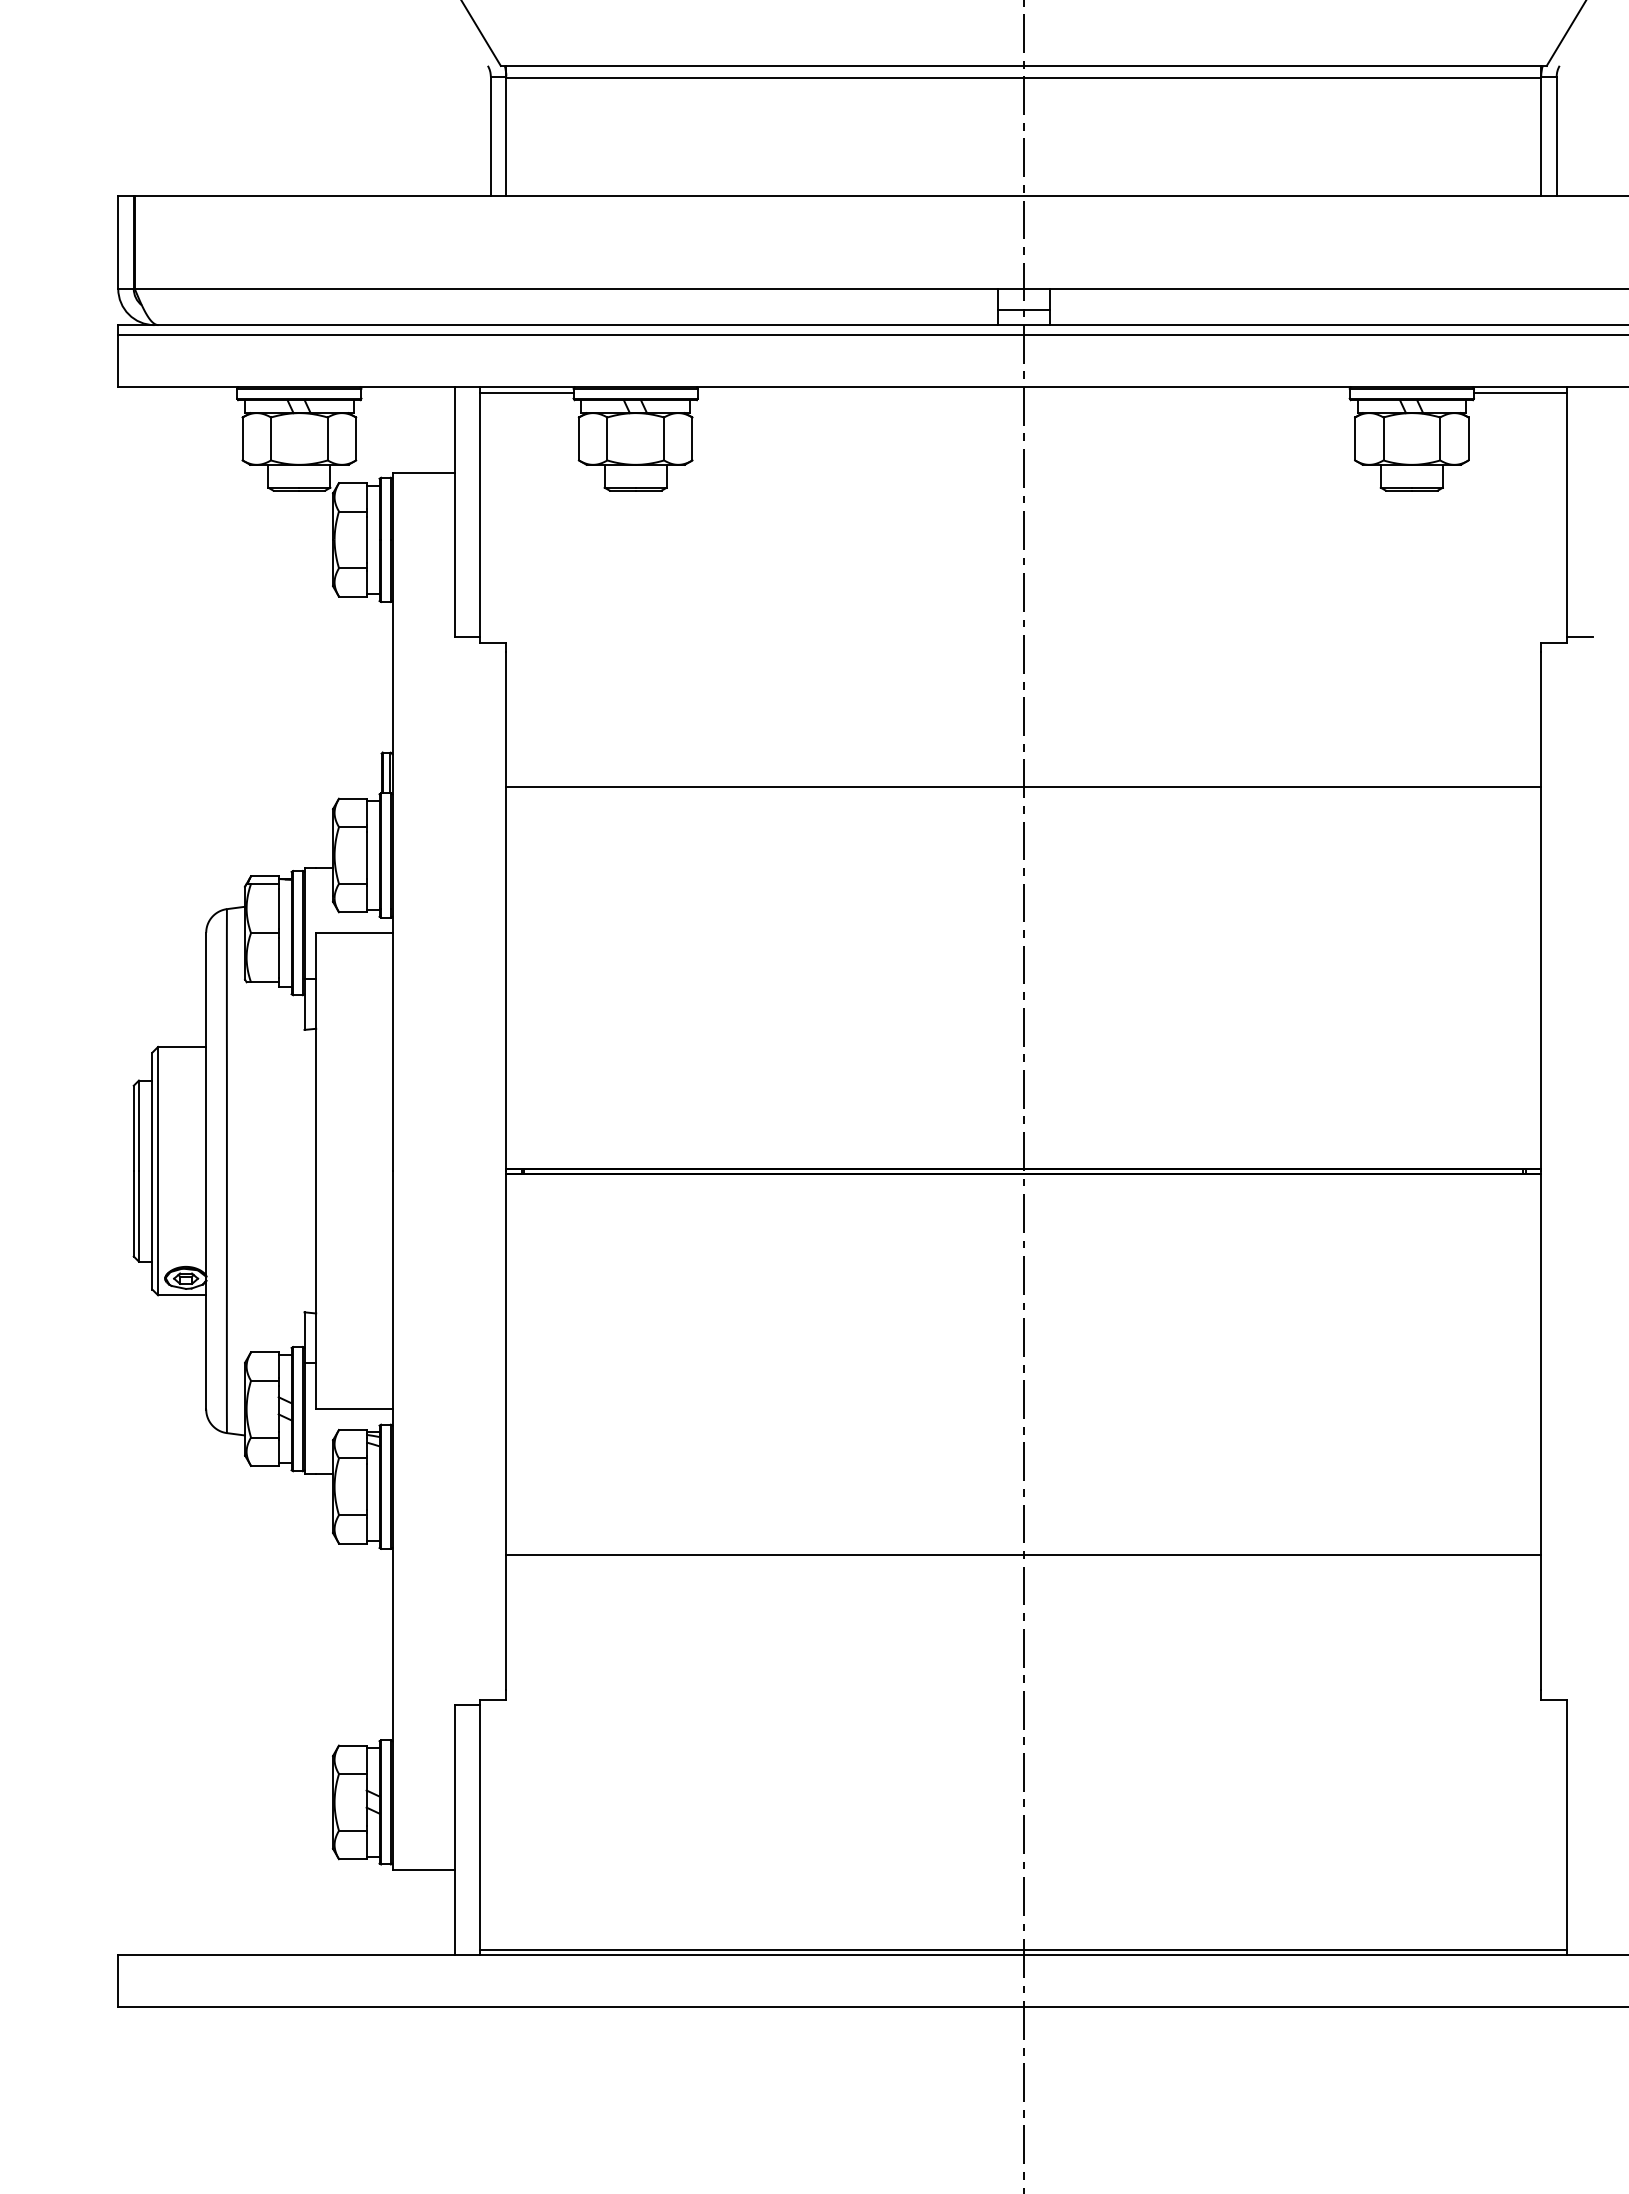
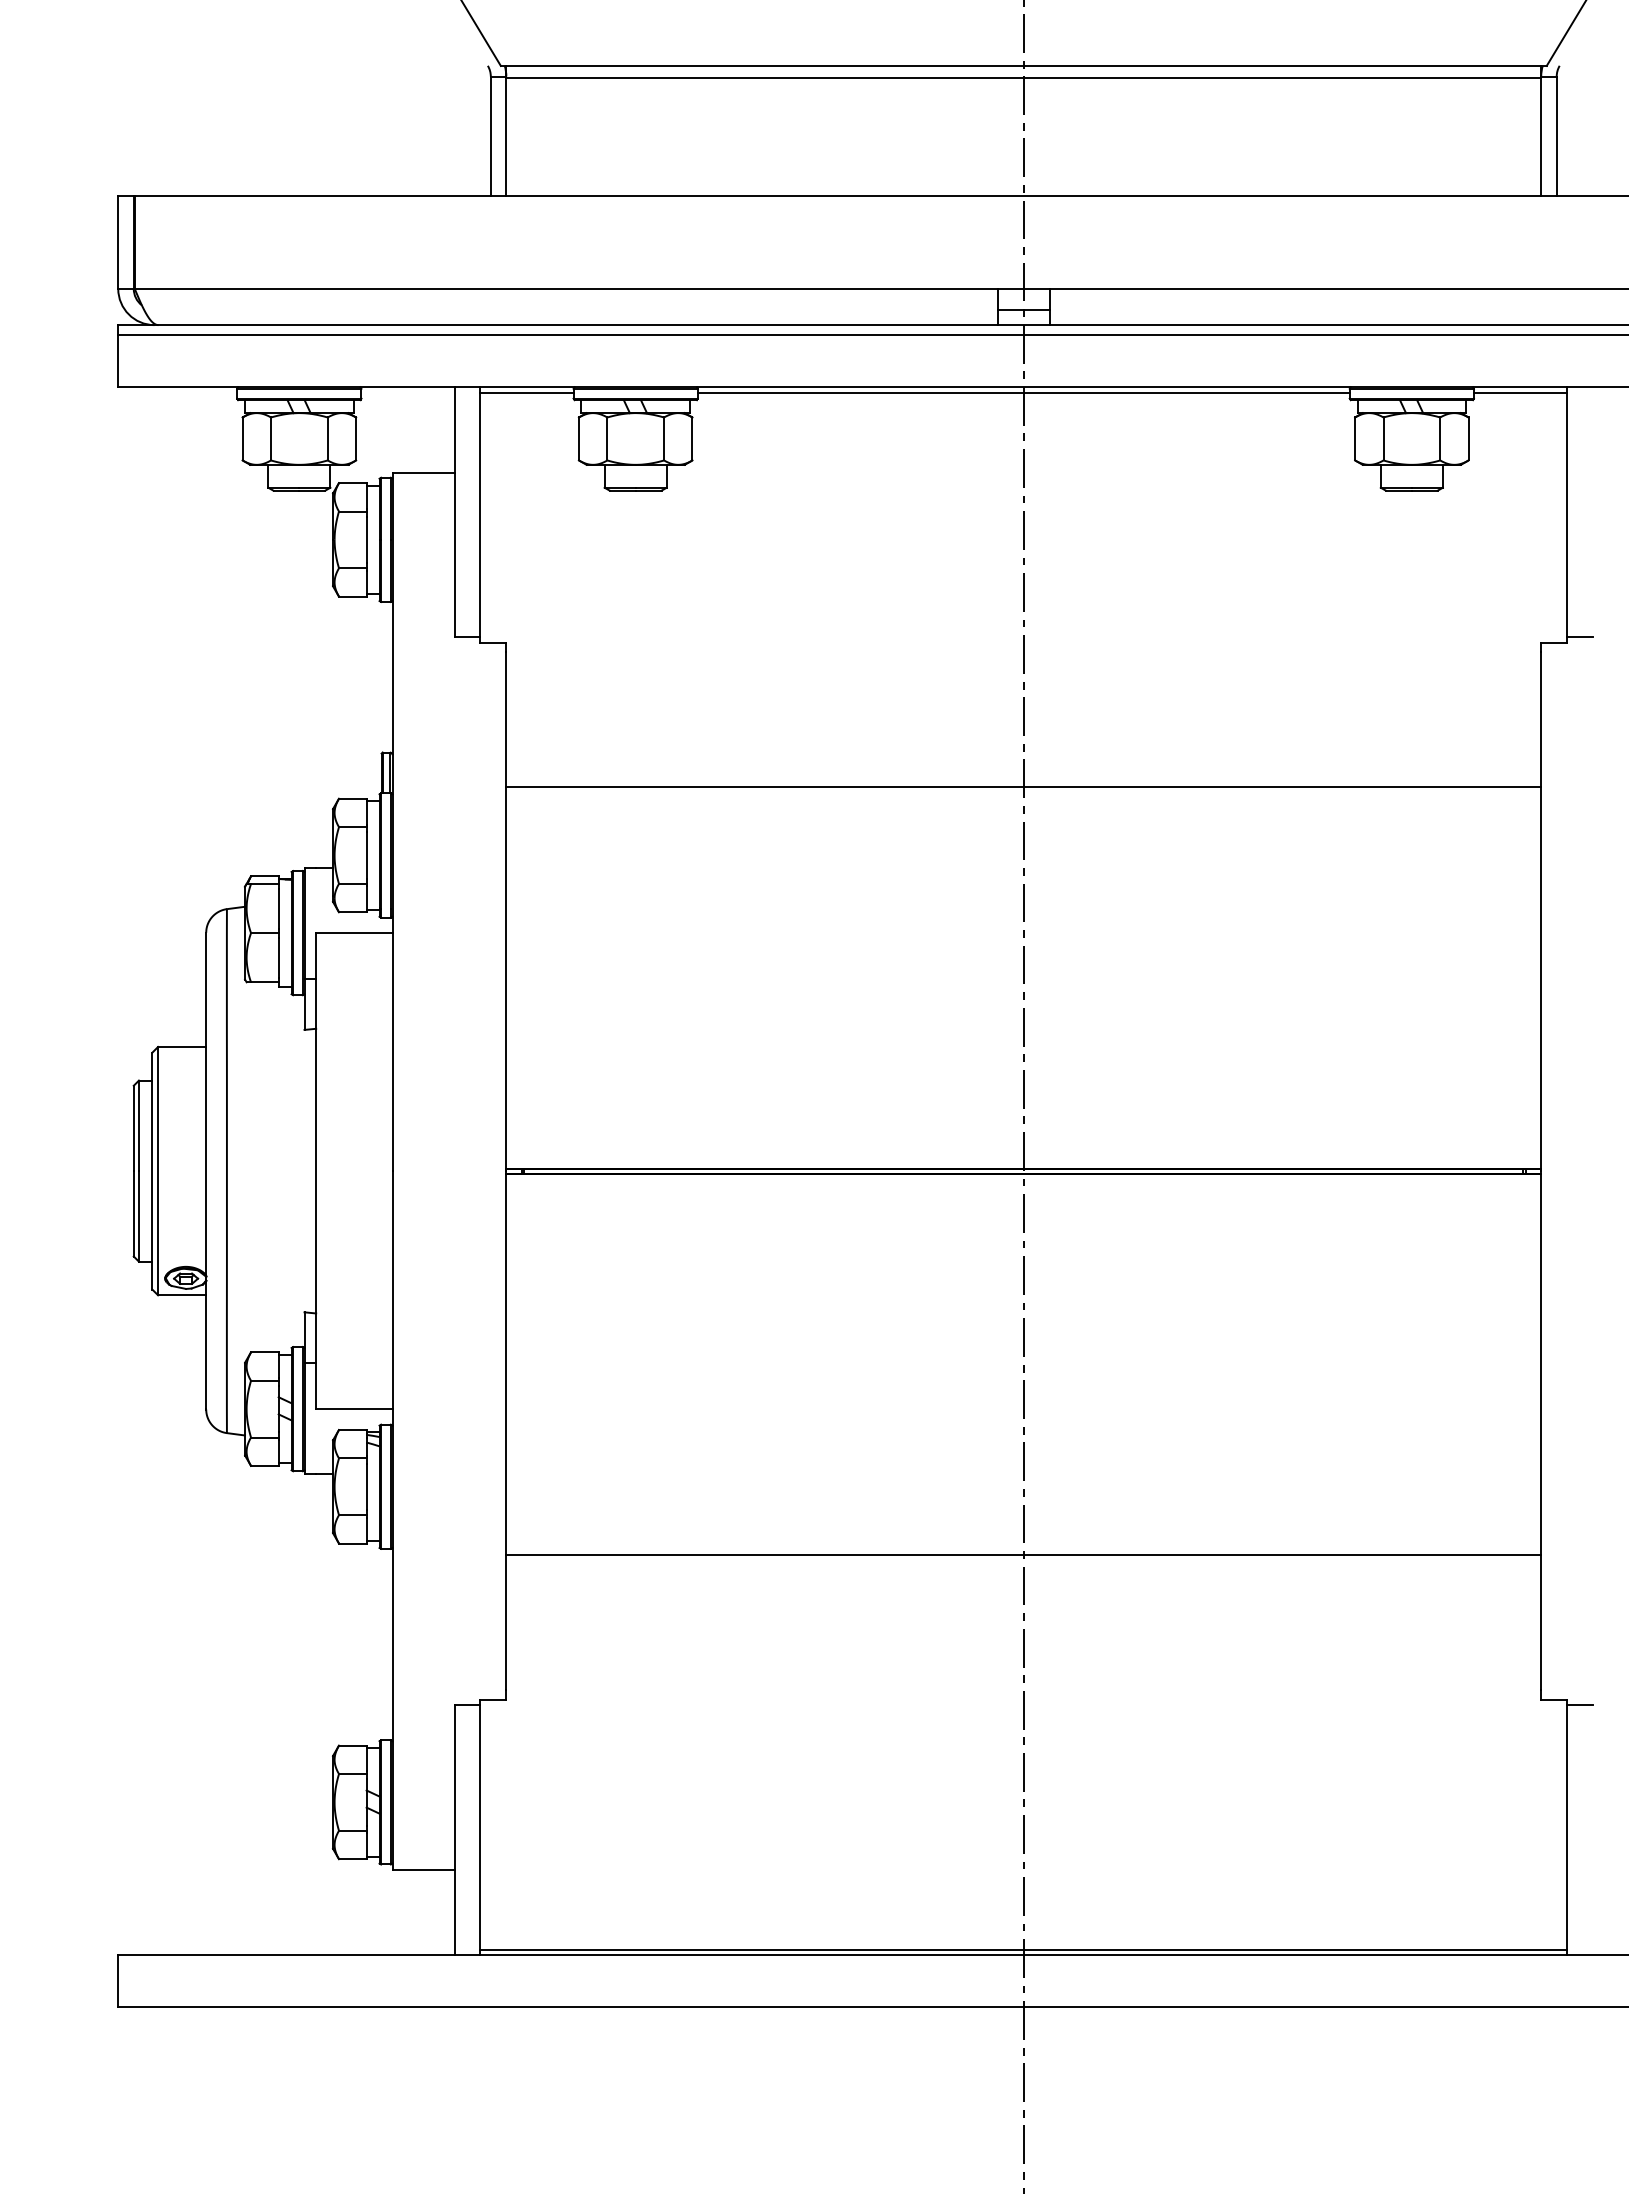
line at (1023, 392): none -> present
line at (1579, 1705): none -> present
